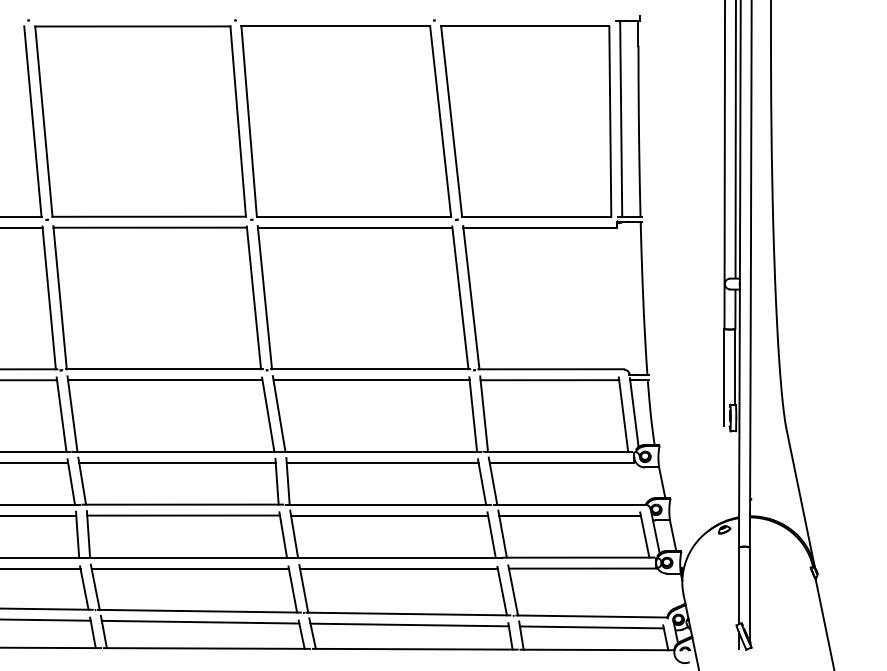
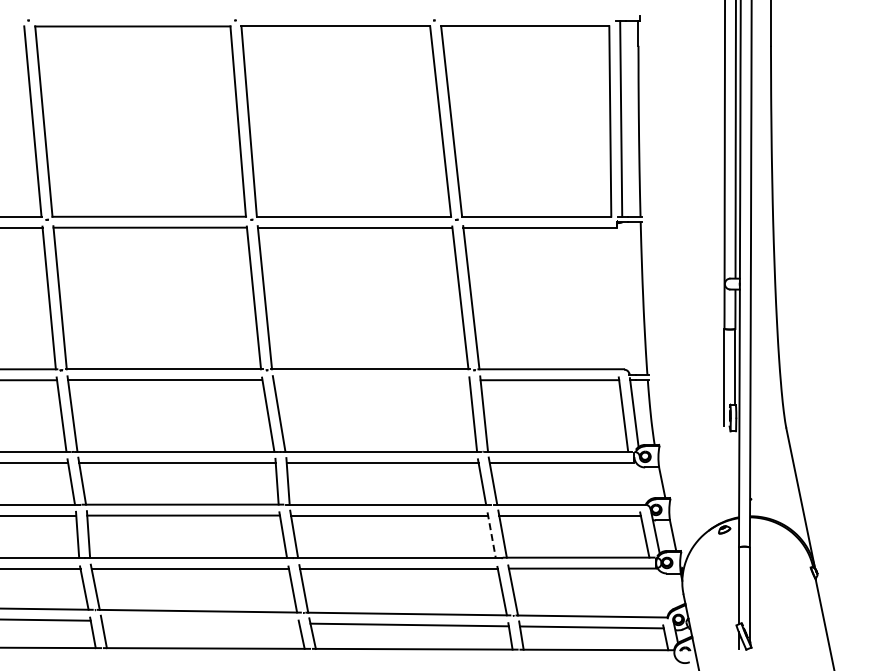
line at (371, 380): present -> none
line at (491, 535): solid -> dashed
line at (200, 621): present -> none
